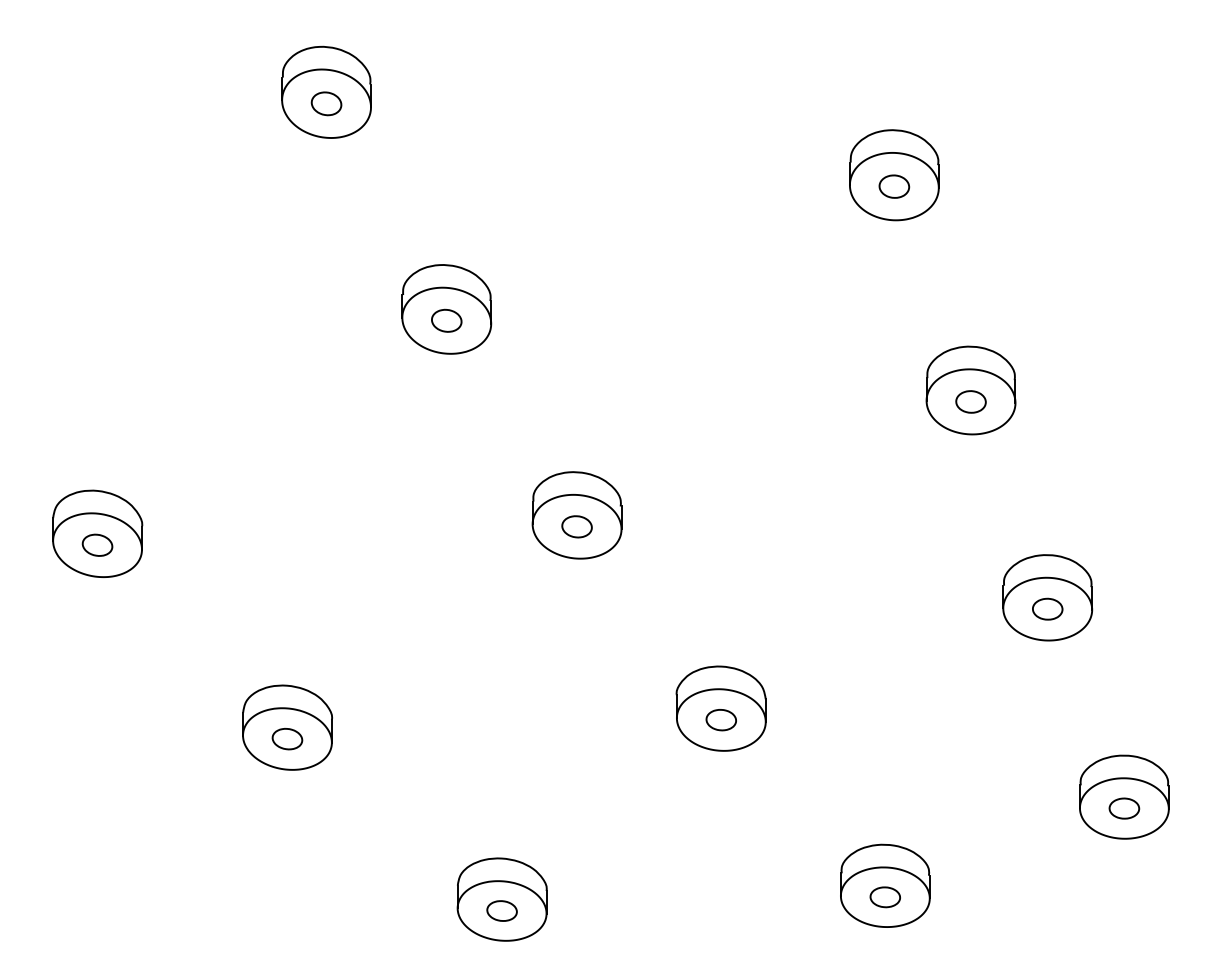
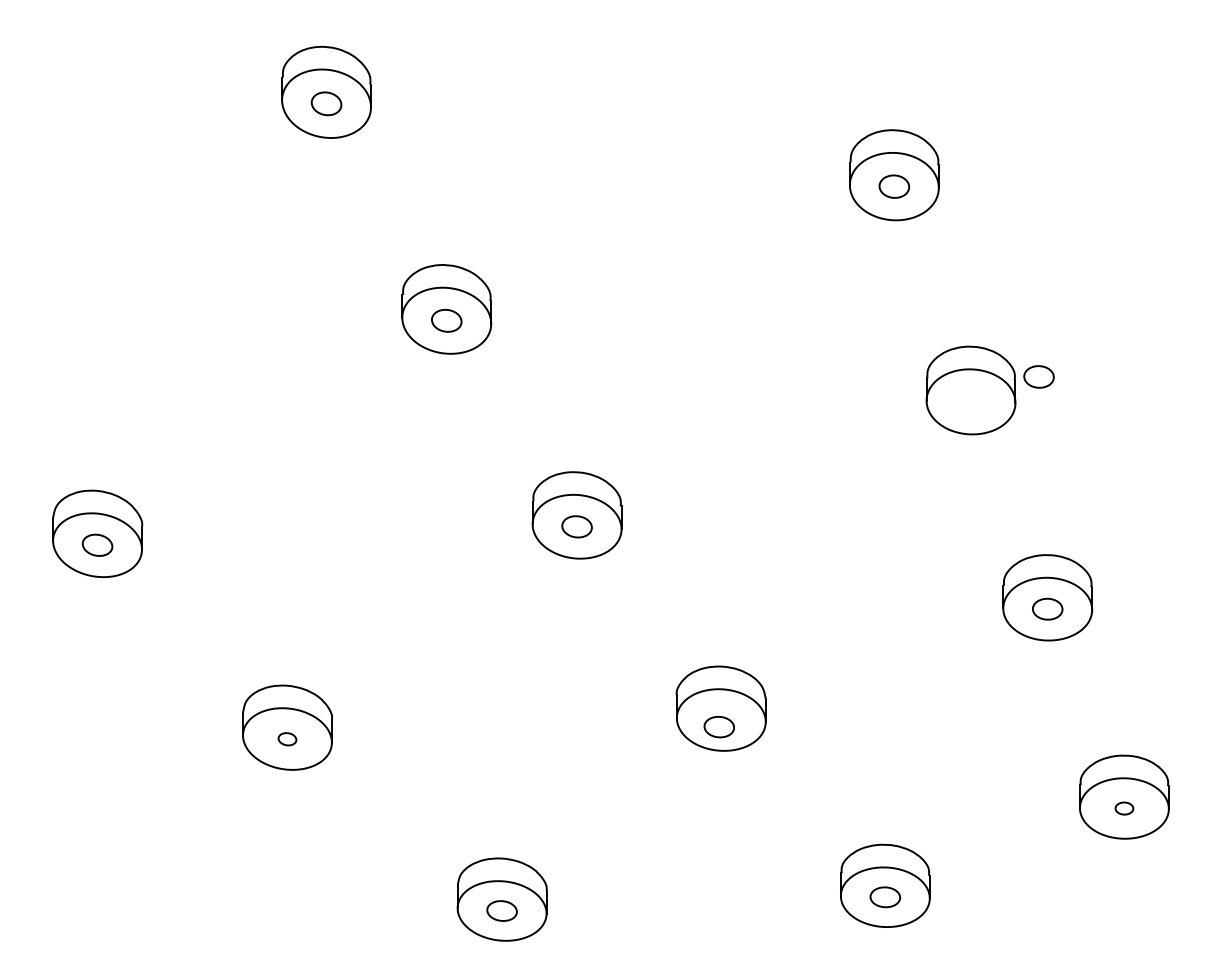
part at (970, 401) position: (970, 401) -> (1038, 376)
part at (720, 720) position: (720, 720) -> (718, 727)
part at (287, 739) size: 33x23 px -> 21x15 px
part at (1124, 808) size: 33x23 px -> 21x15 px
